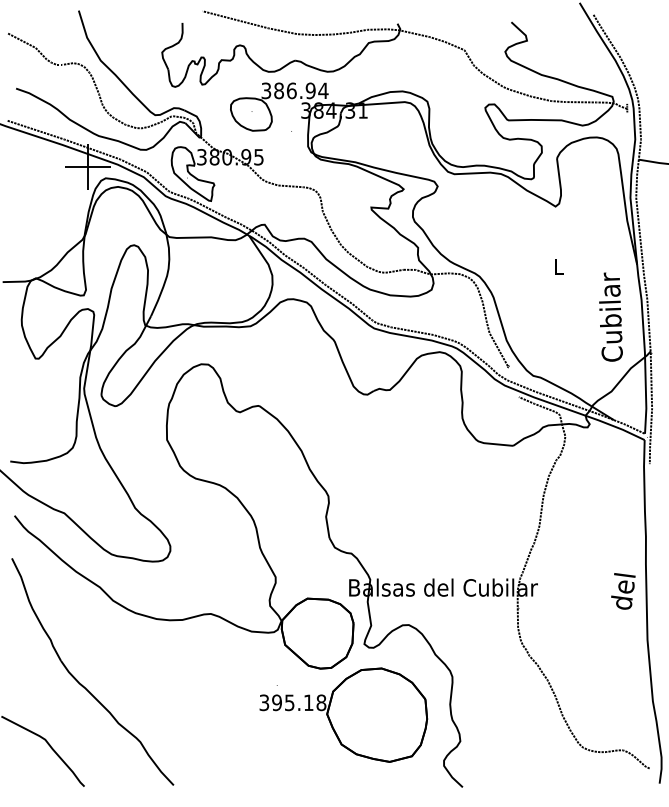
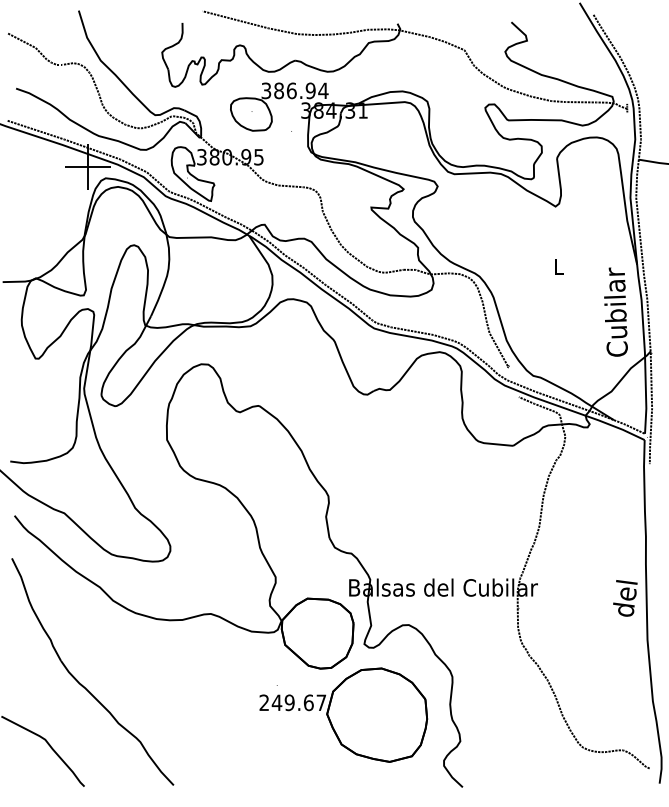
text at (610, 316) position: (610, 316) -> (615, 311)
text at (623, 591) position: (623, 591) -> (625, 598)
text at (292, 702): 395.18 -> 249.67
